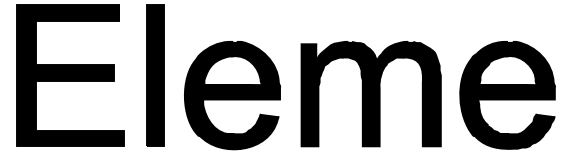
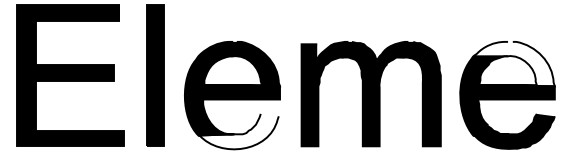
fill at (513, 63): present -> none
fill at (238, 131): present -> none
